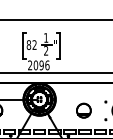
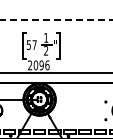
line at (56, 19): solid -> dashed
text at (31, 44): 82 -> 57
part at (83, 110): present -> none
